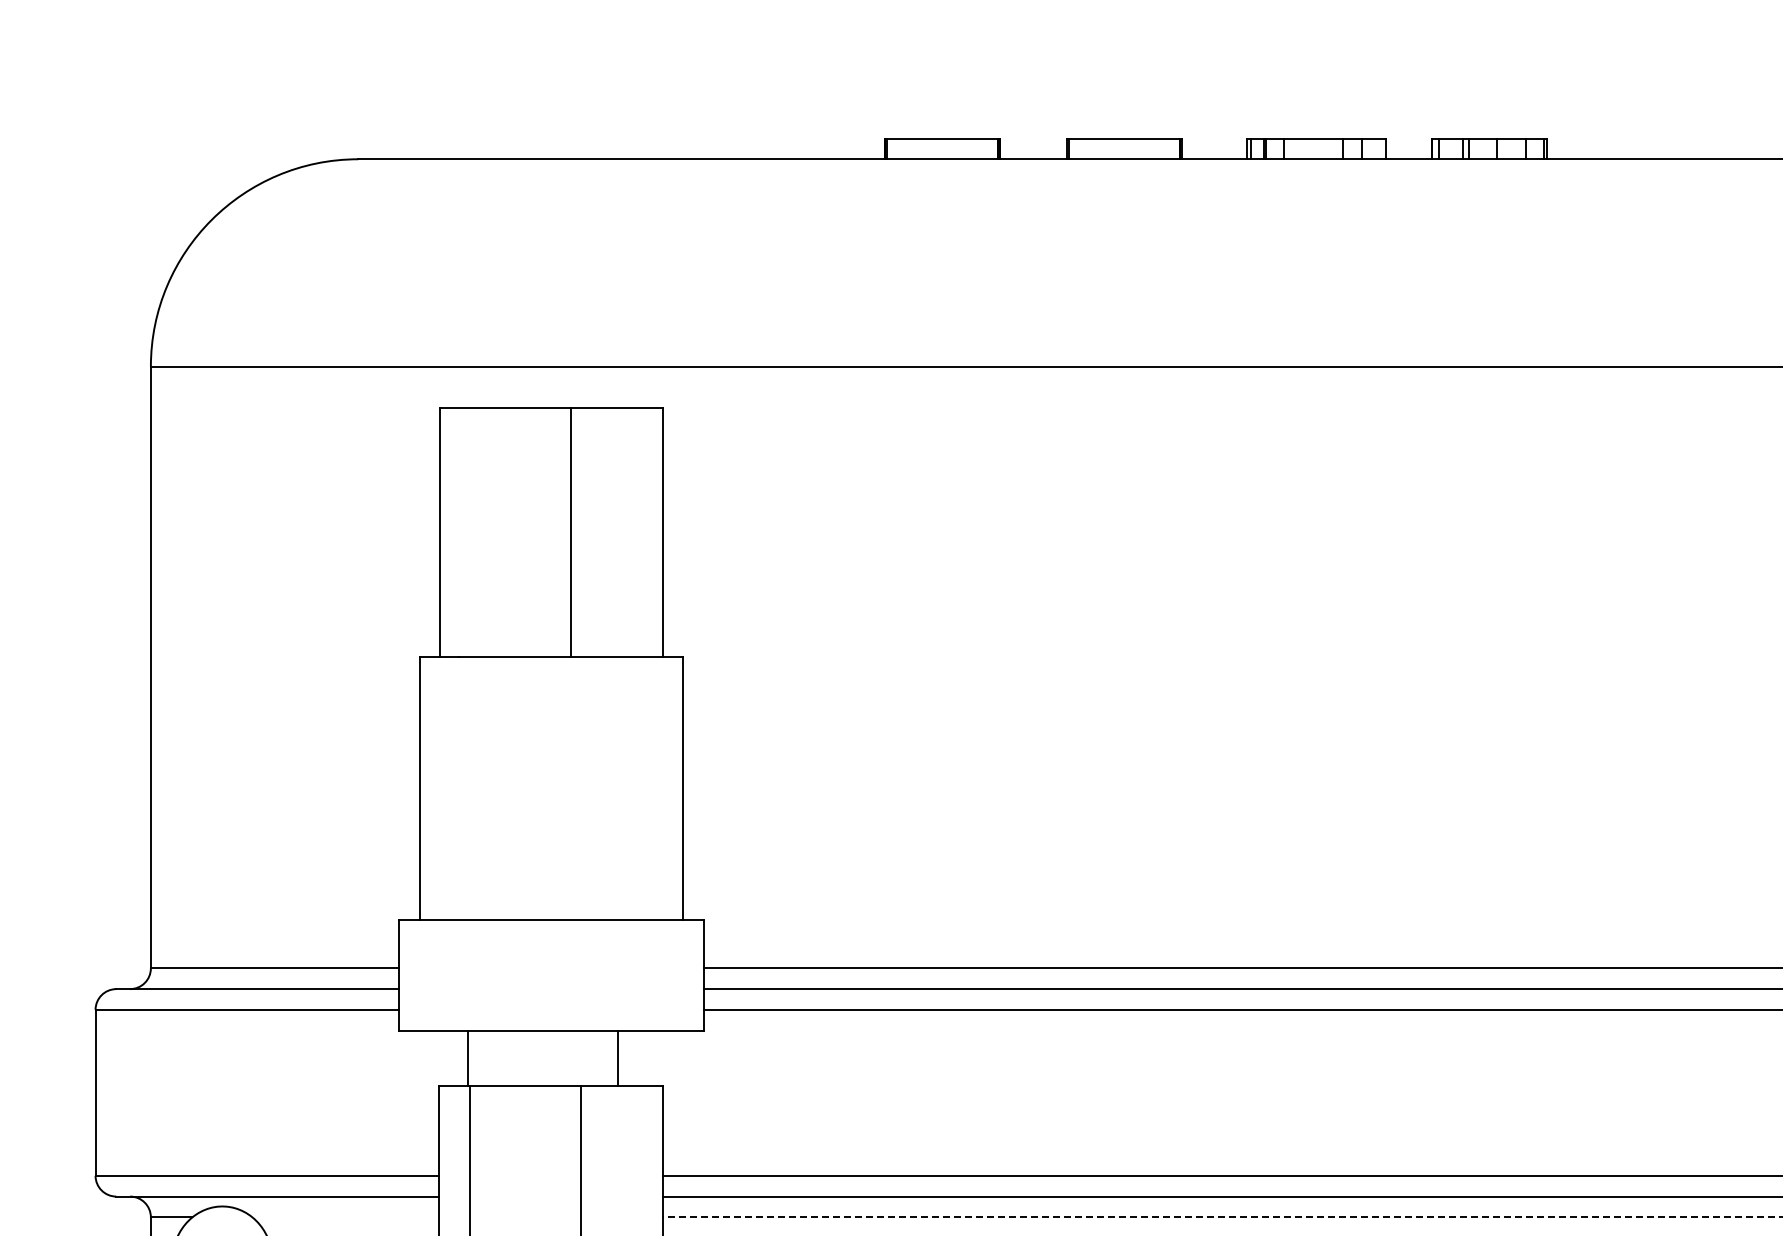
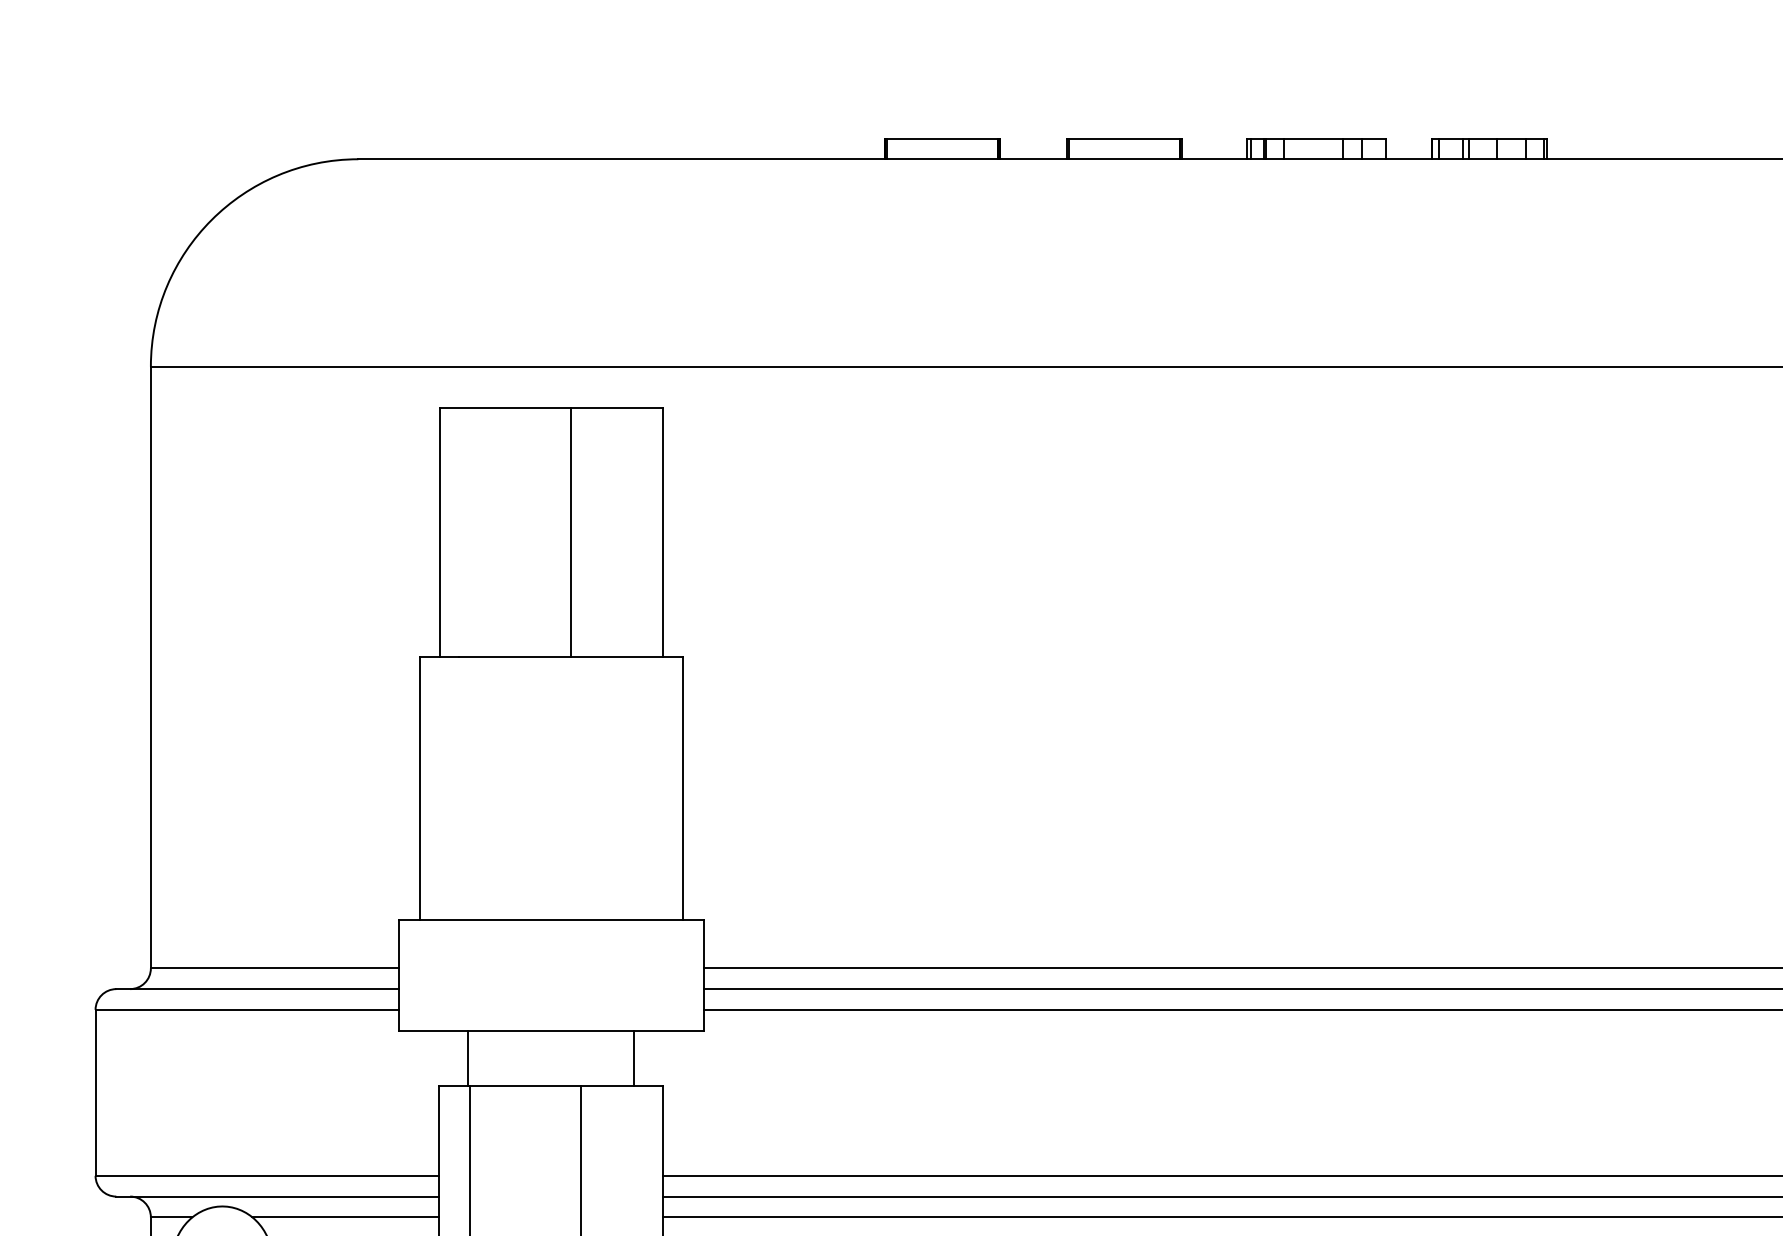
line at (618, 1057) position: (618, 1057) -> (634, 1057)
line at (345, 1217): none -> present
line at (1222, 1217): dashed -> solid
